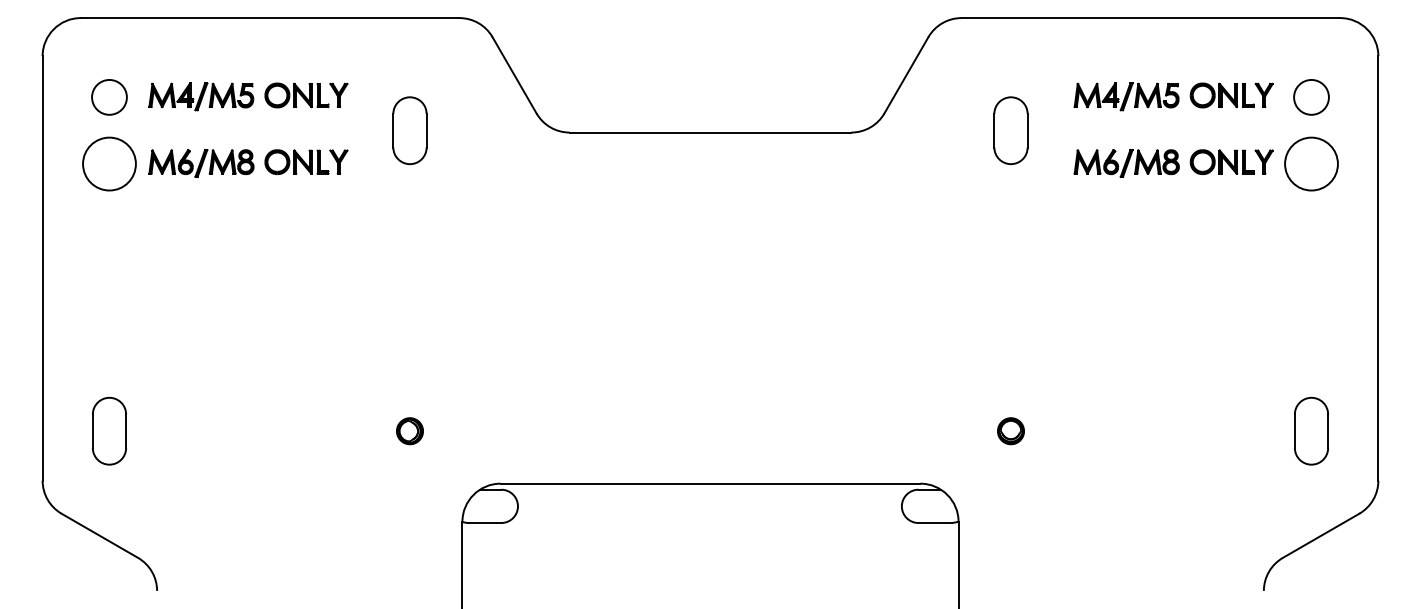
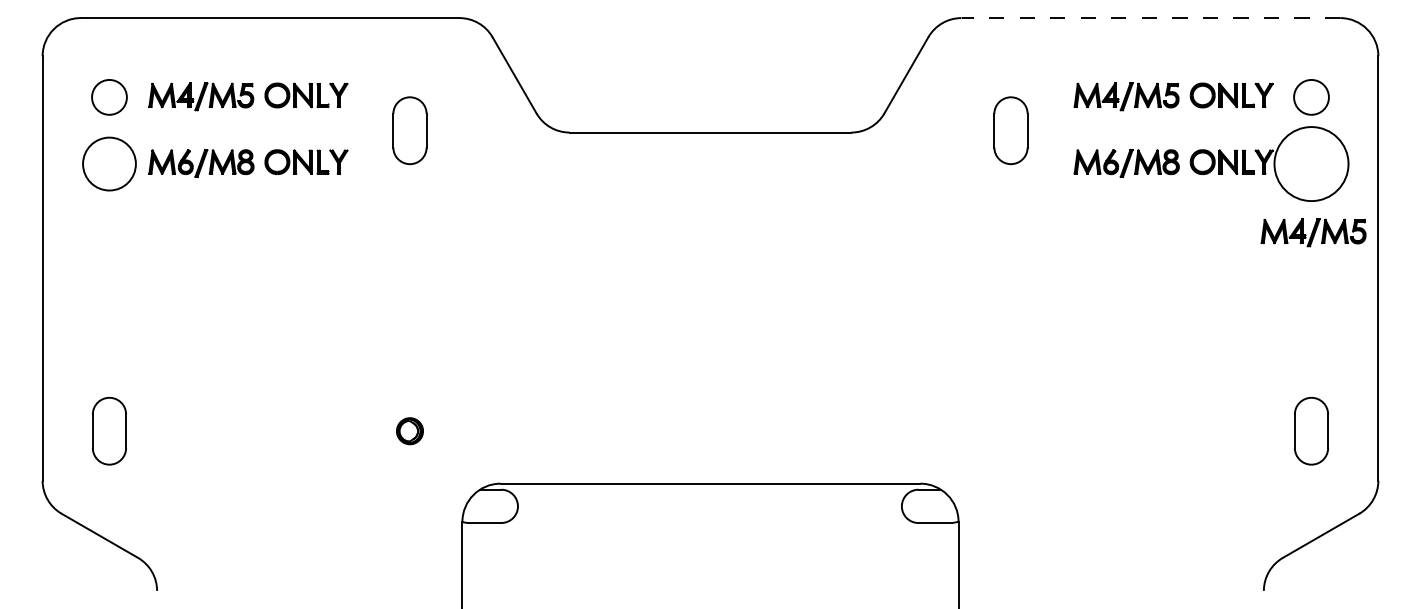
line at (1150, 18): solid -> dashed
circle at (1311, 163) diameter: 53 px -> 74 px
part at (1313, 232): none -> present
part at (1010, 431): present -> none
